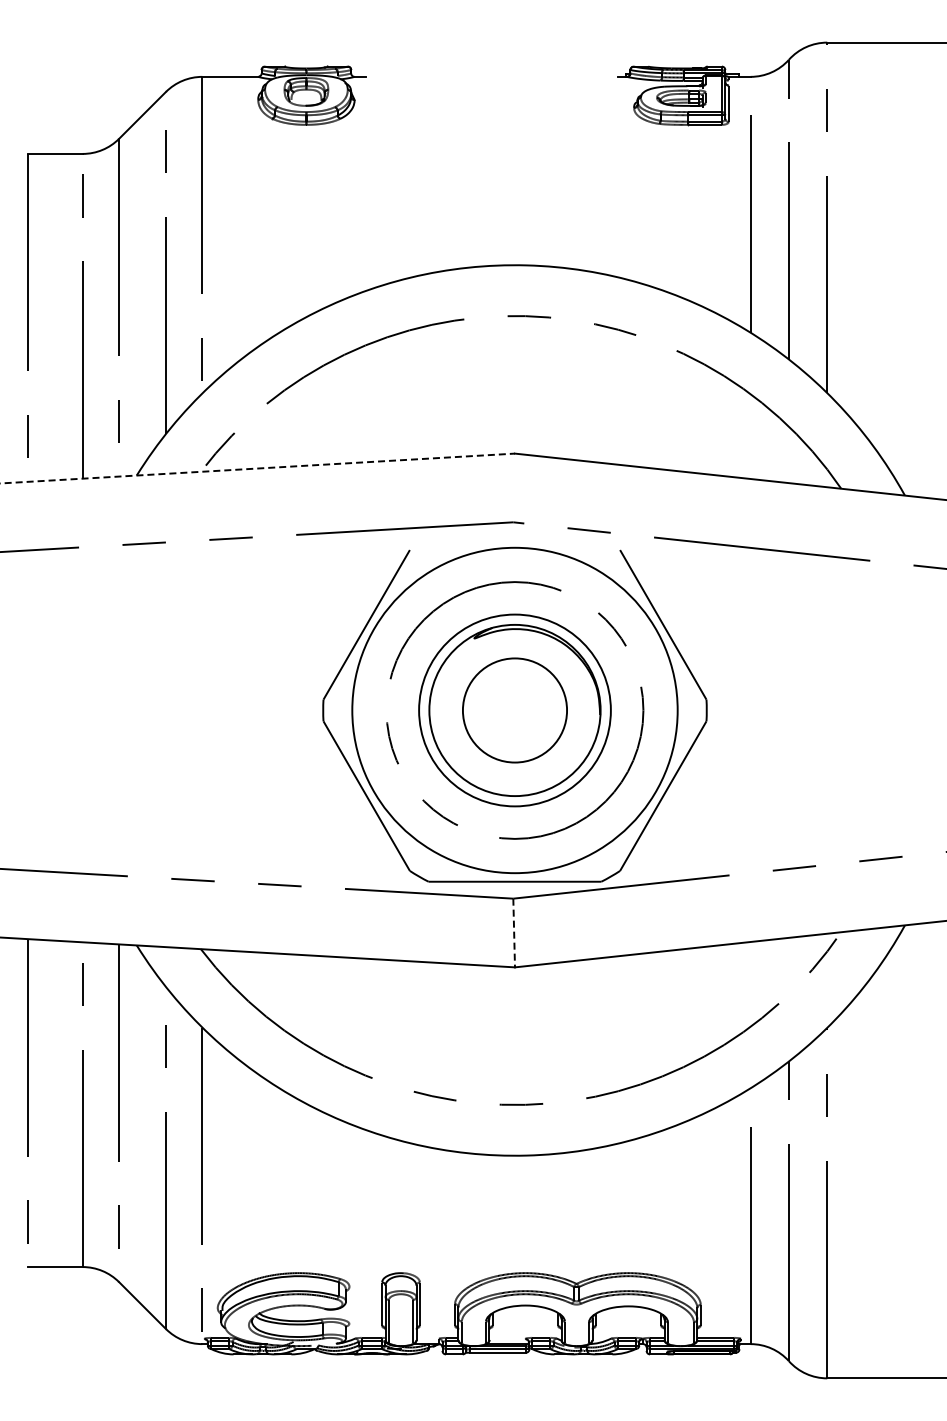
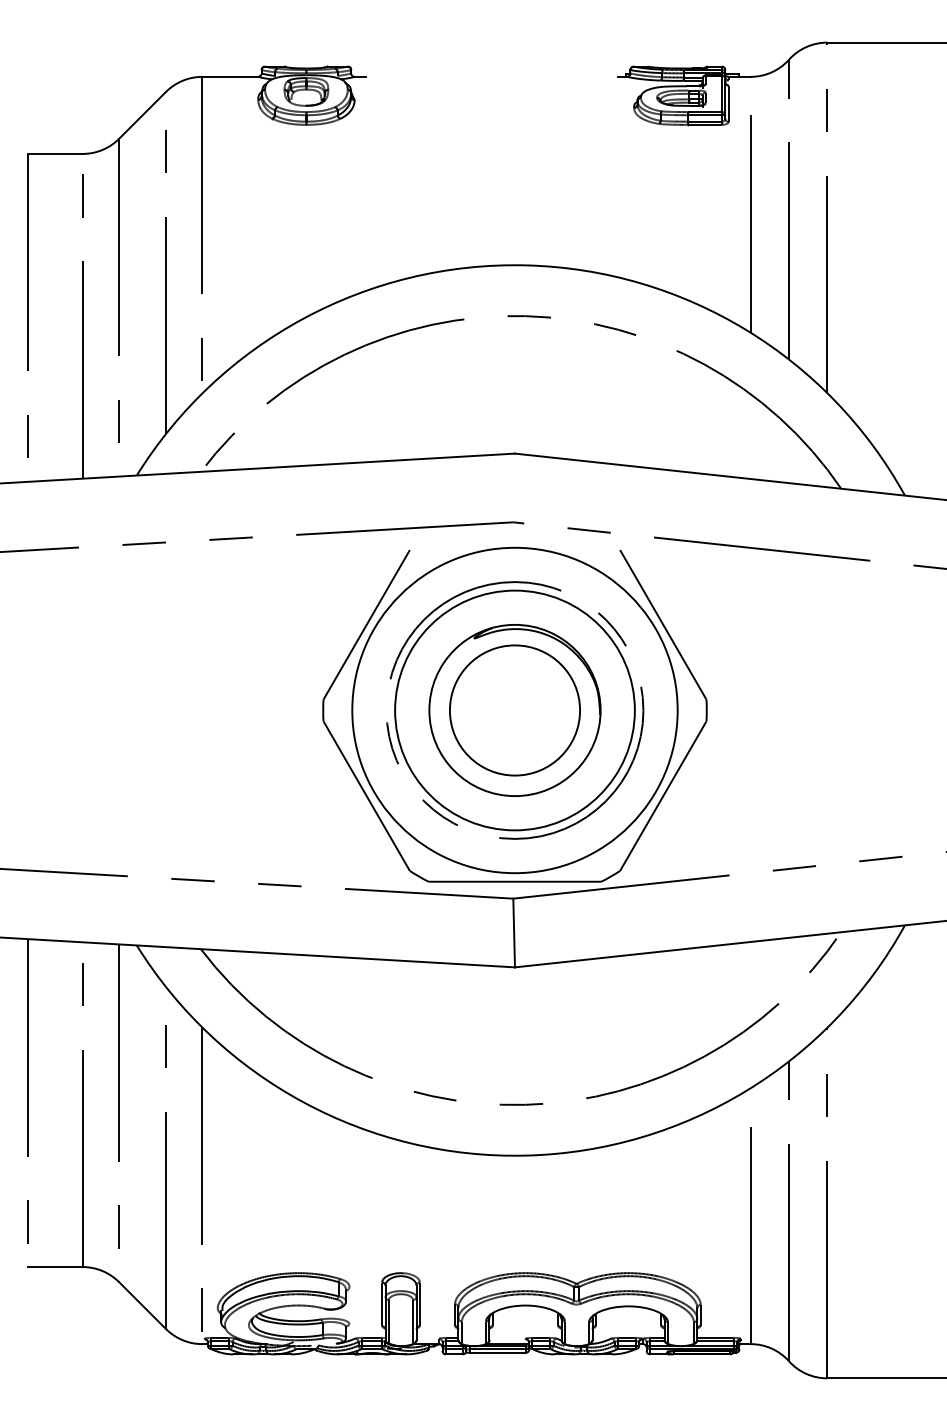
line at (257, 468): dashed -> solid
circle at (514, 710) diameter: 104 px -> 130 px
circle at (514, 710) diameter: 192 px -> 240 px
line at (514, 933): dashed -> solid
